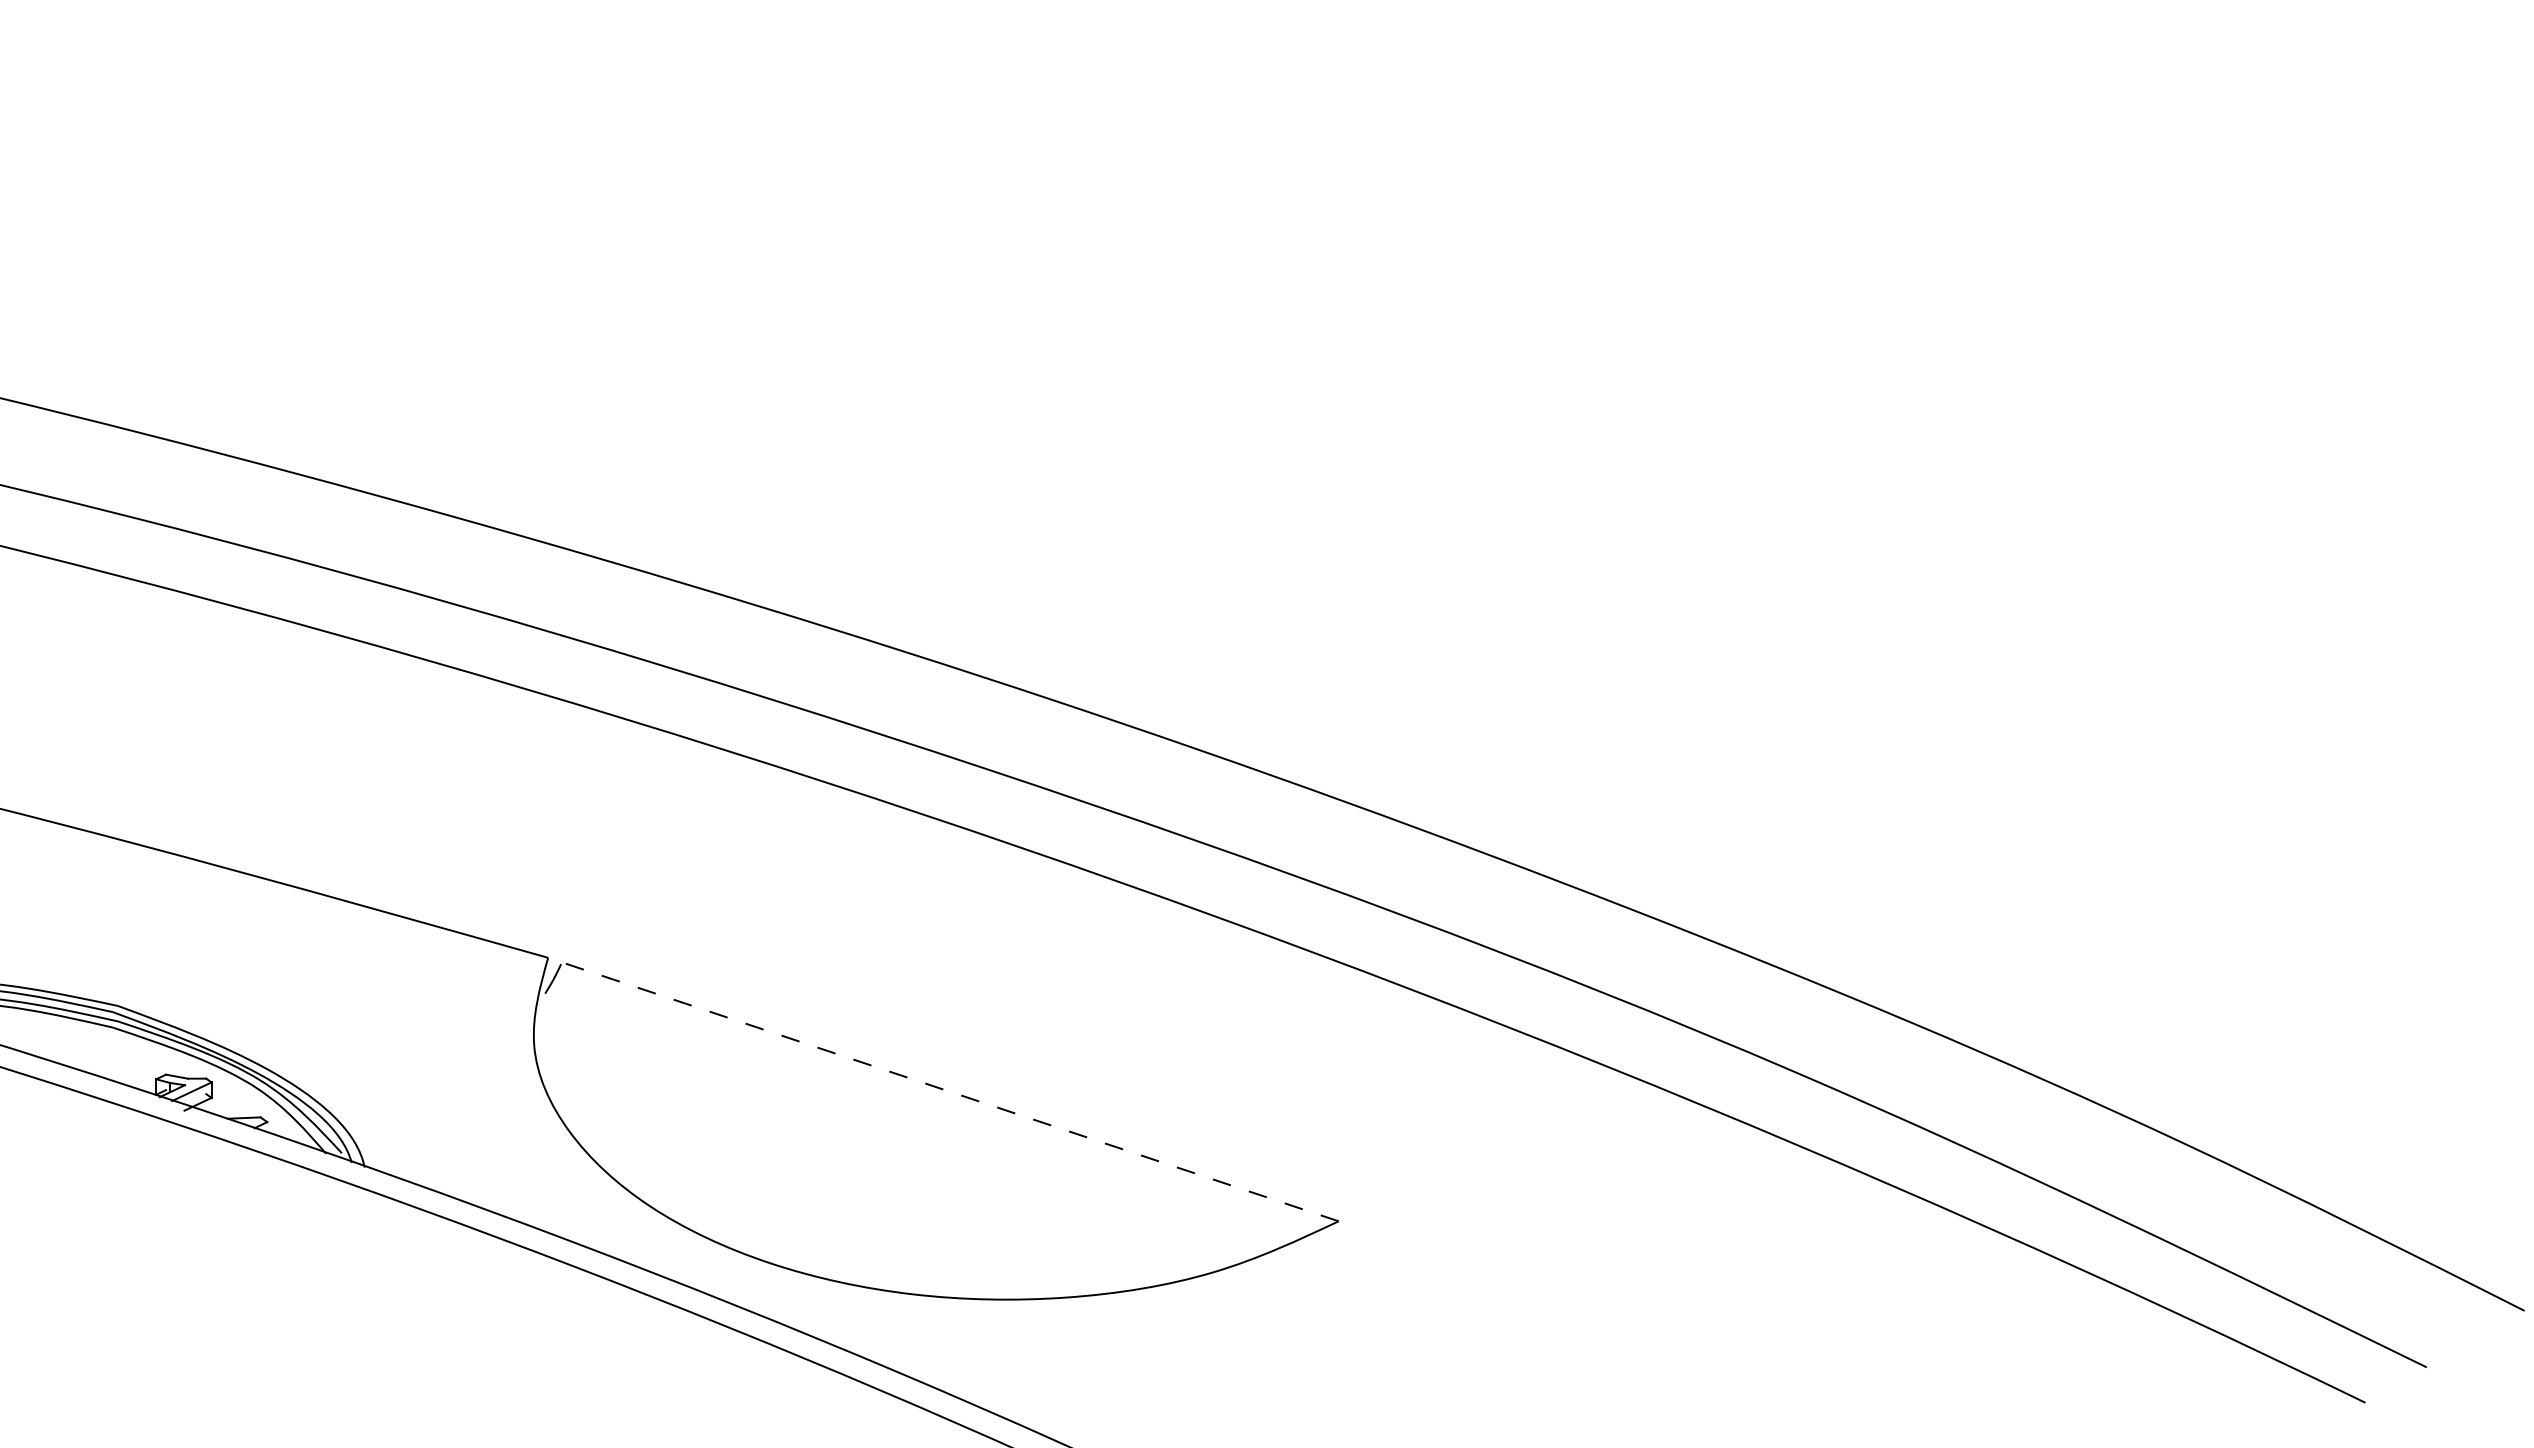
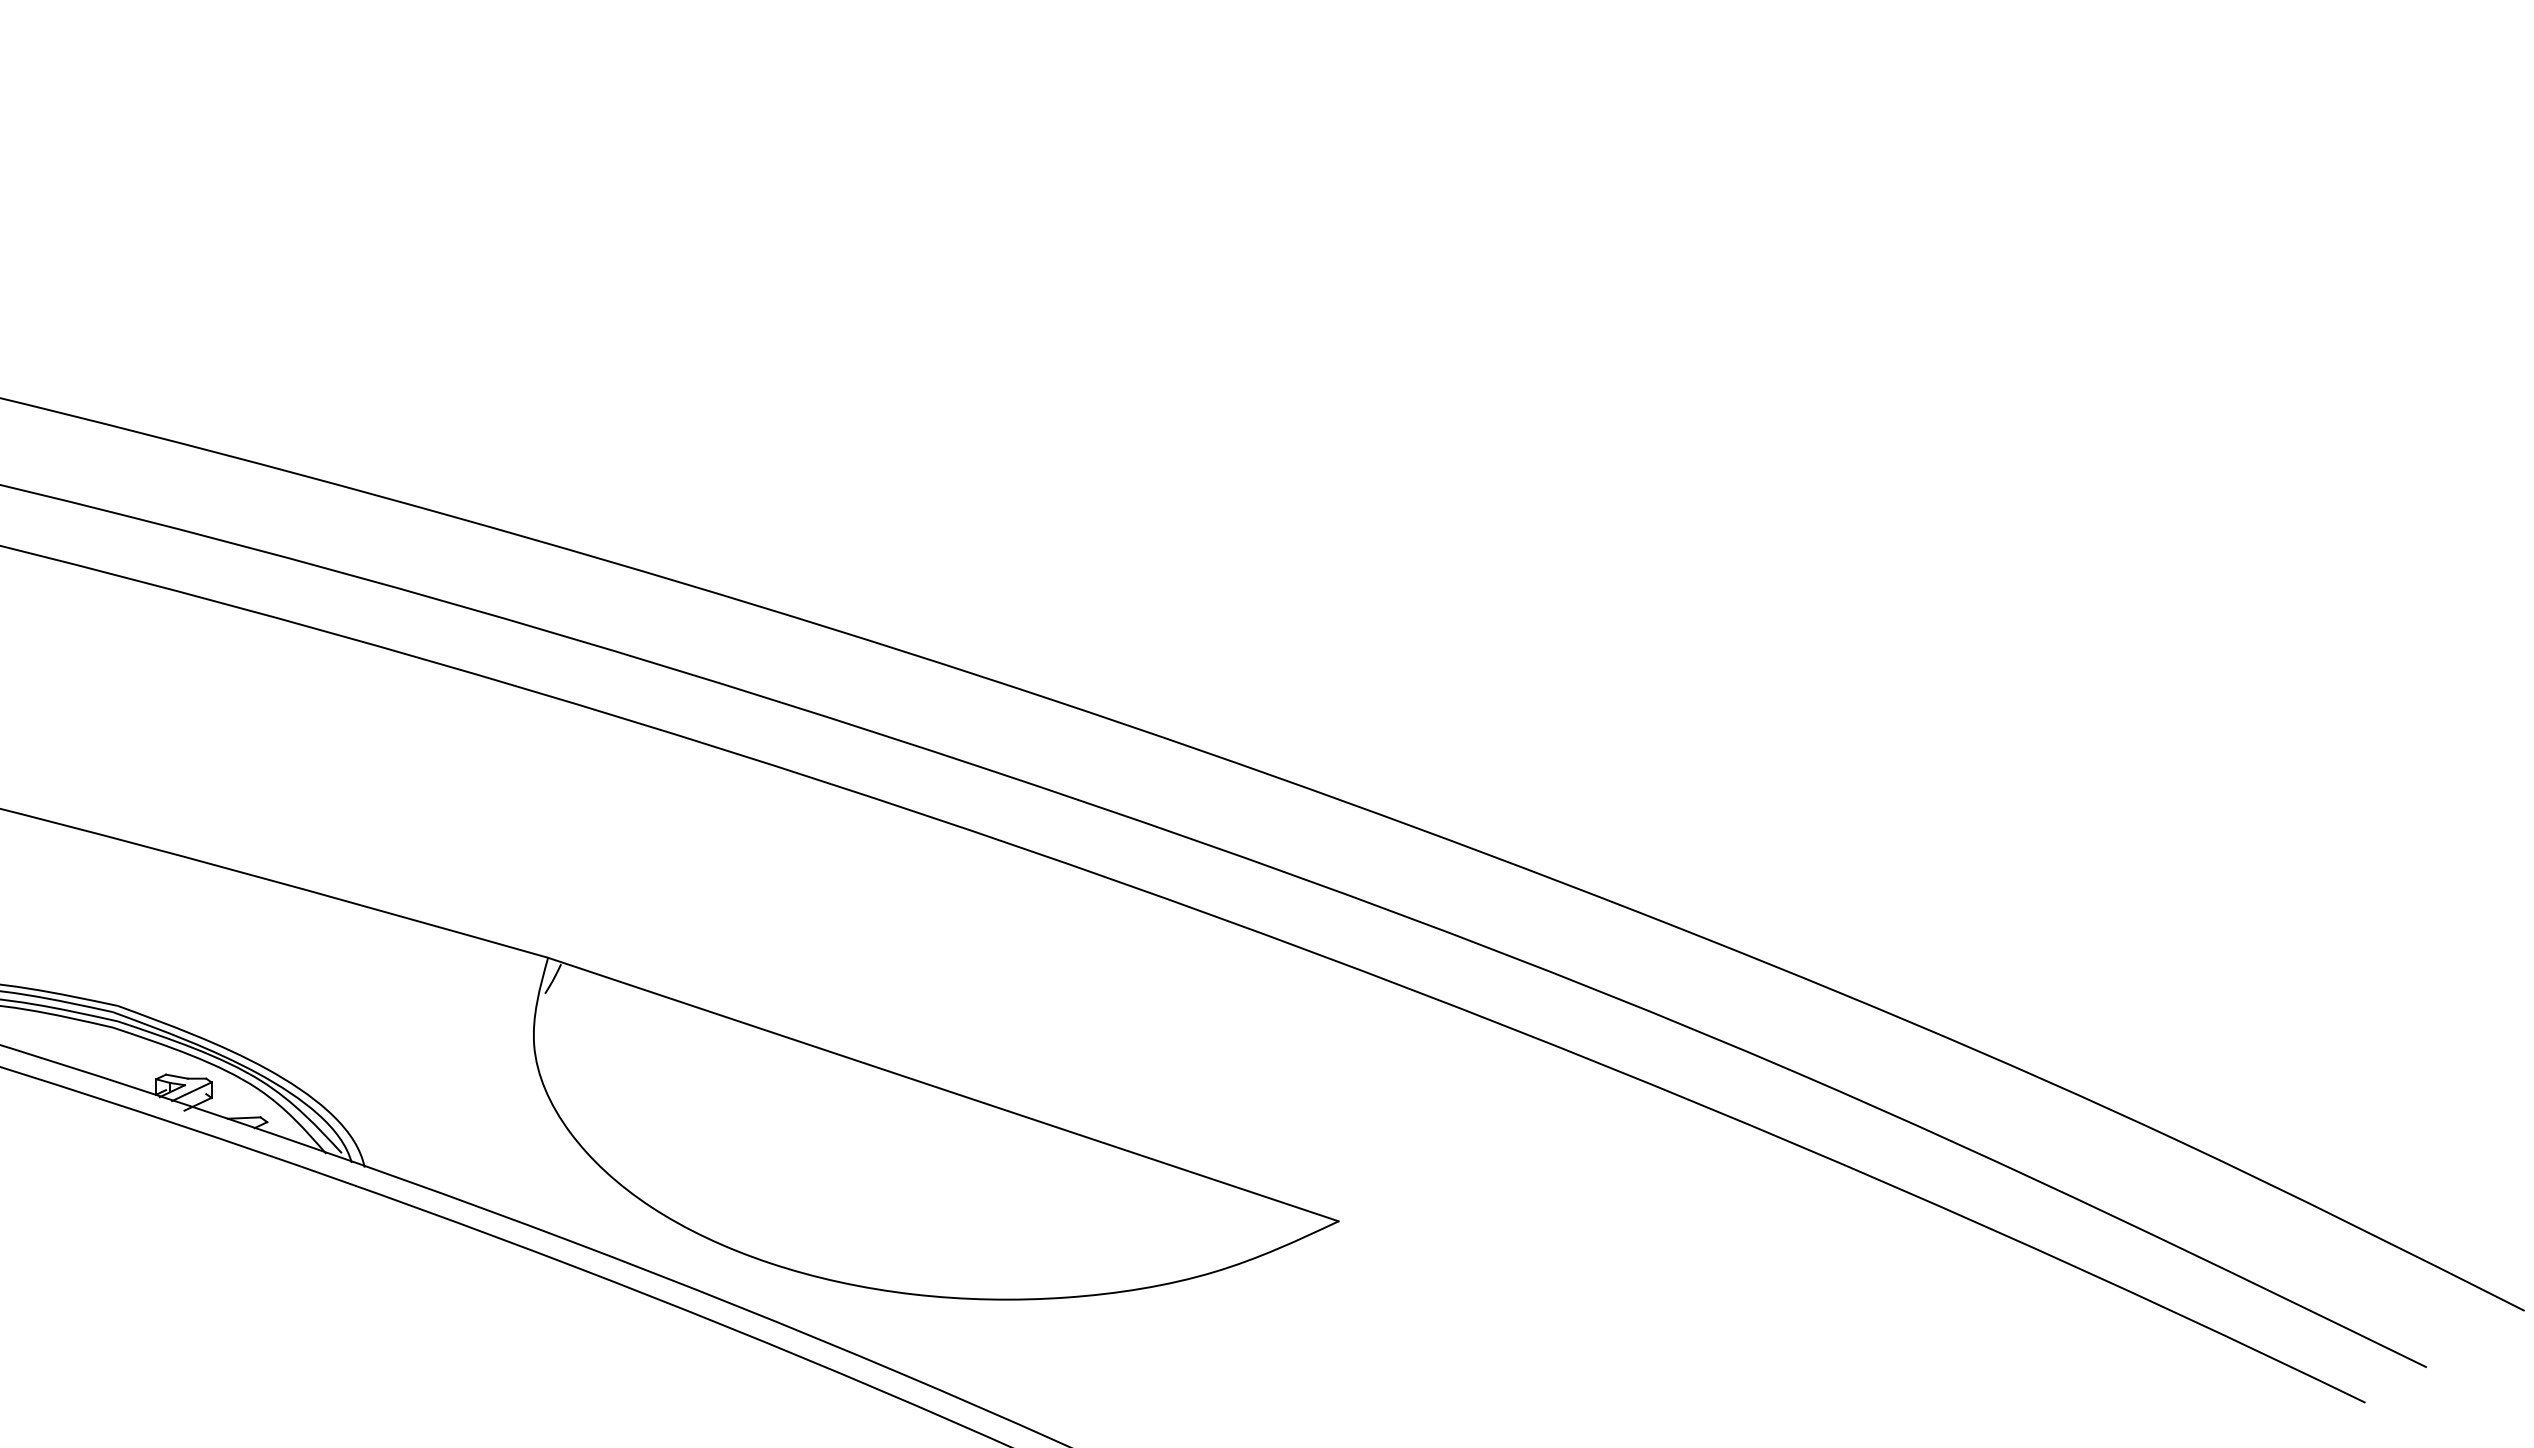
line at (943, 1089): dashed -> solid
